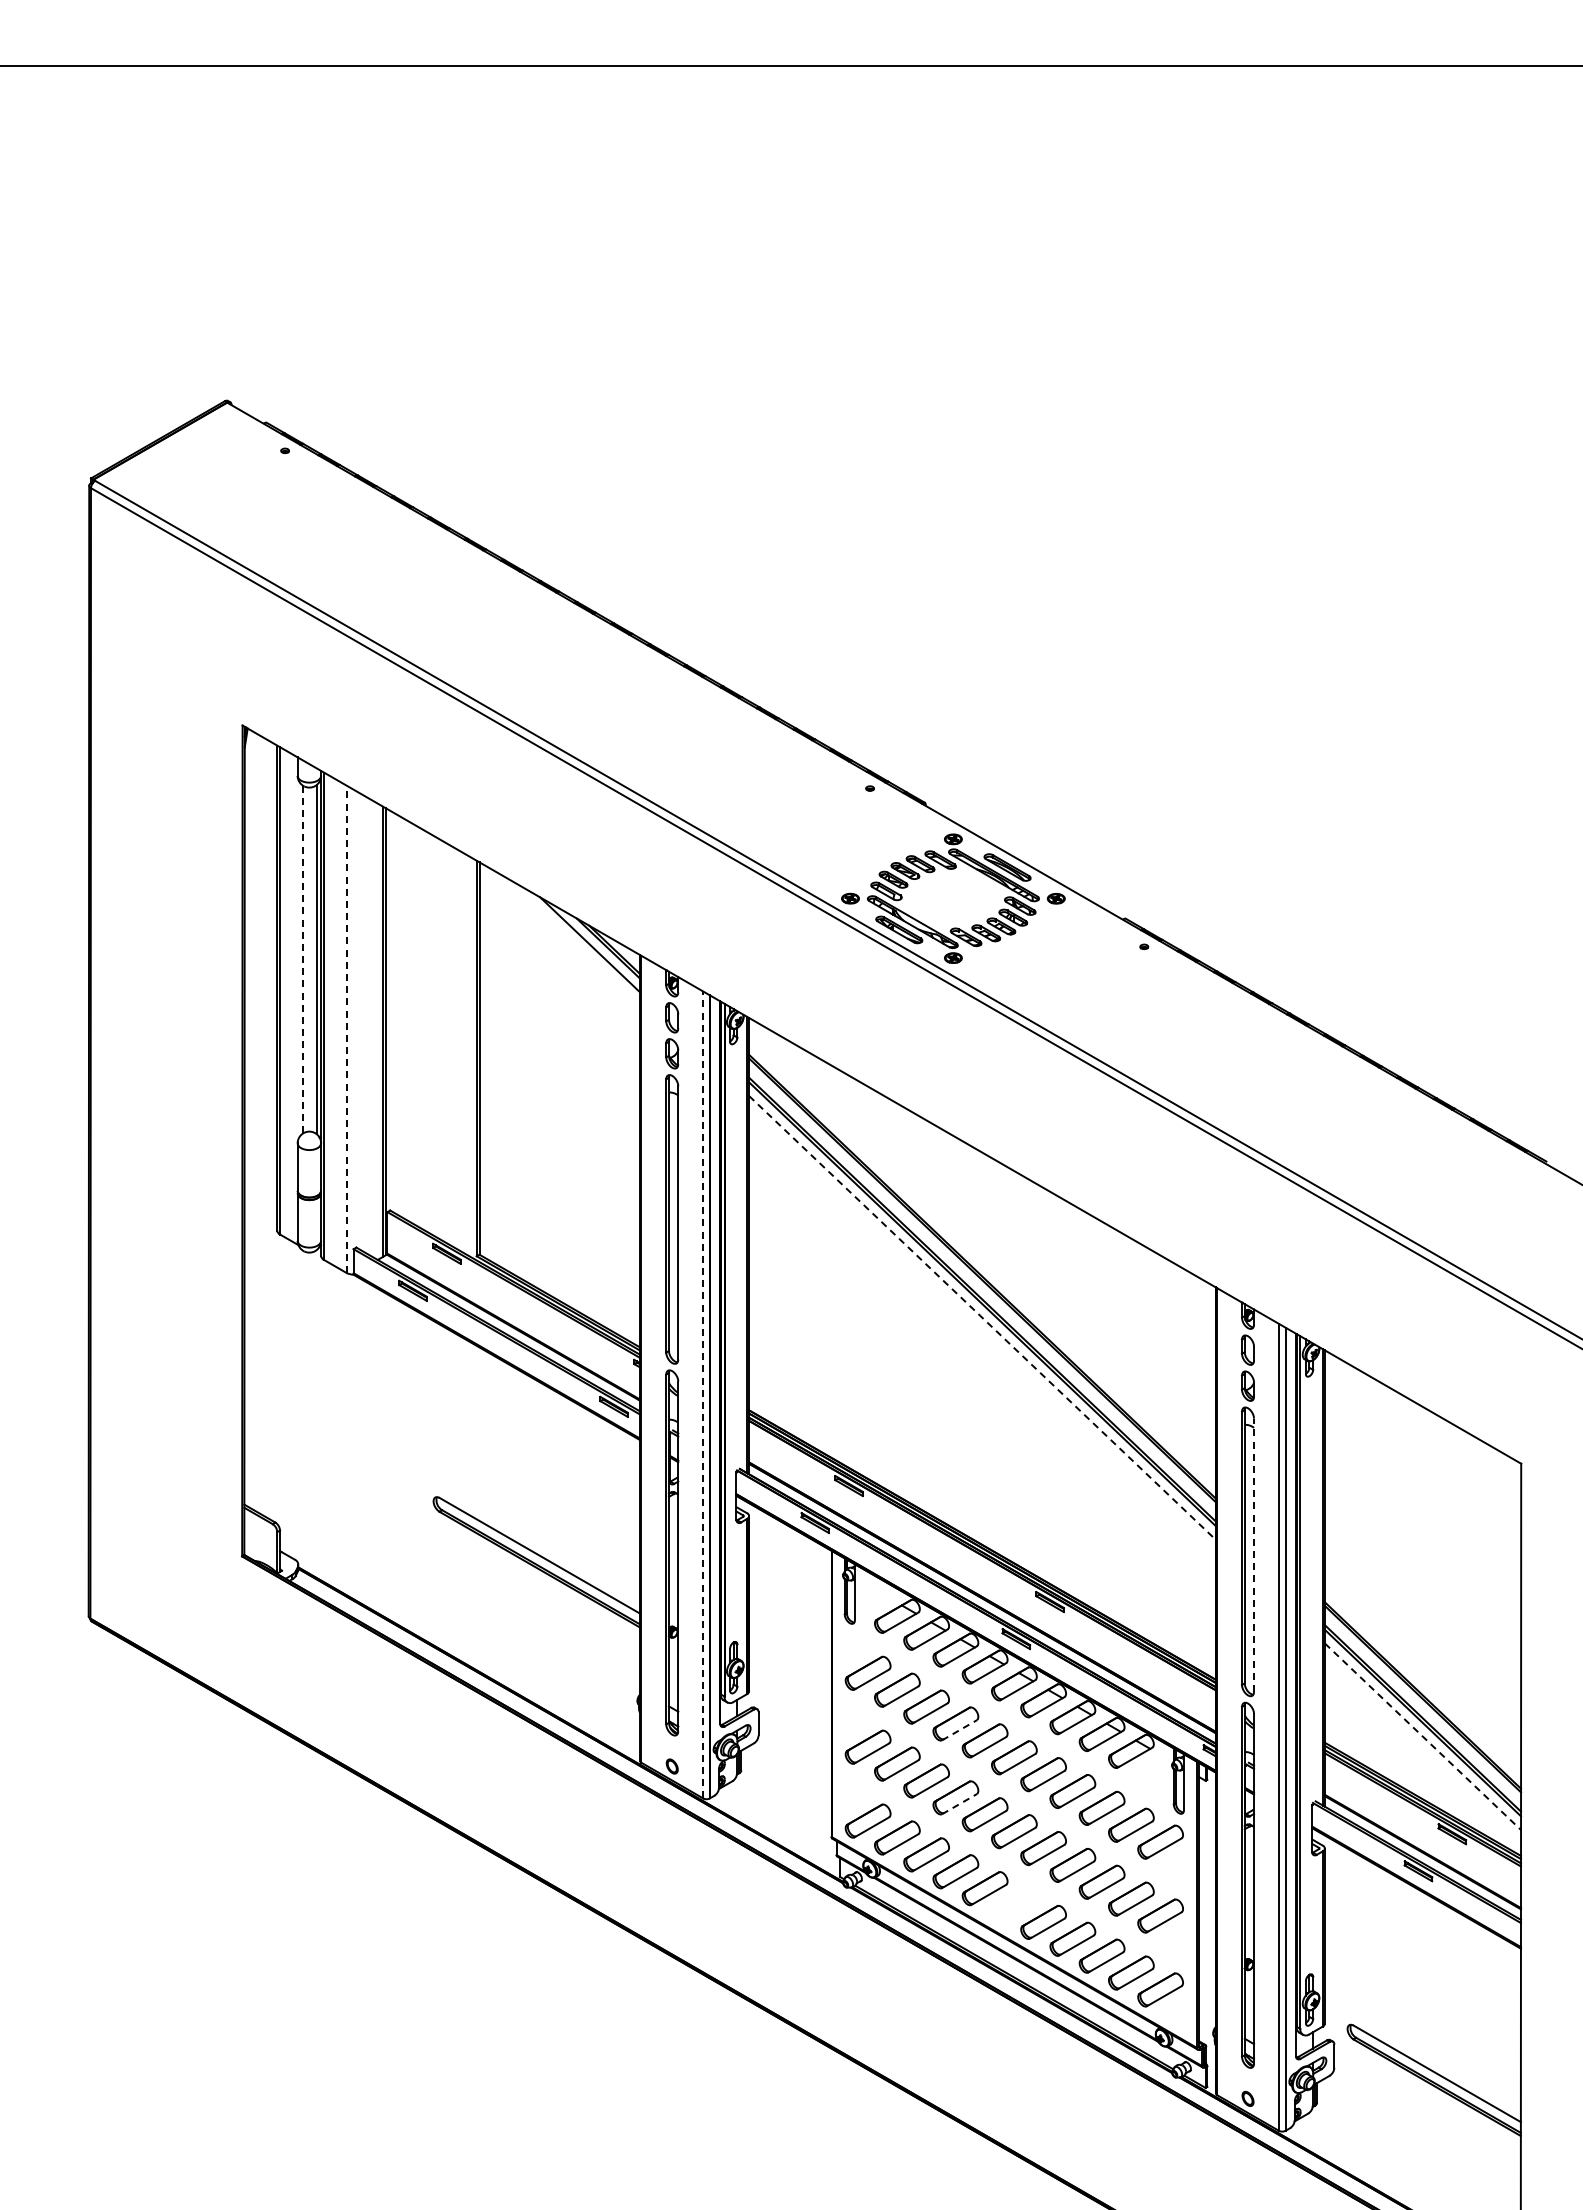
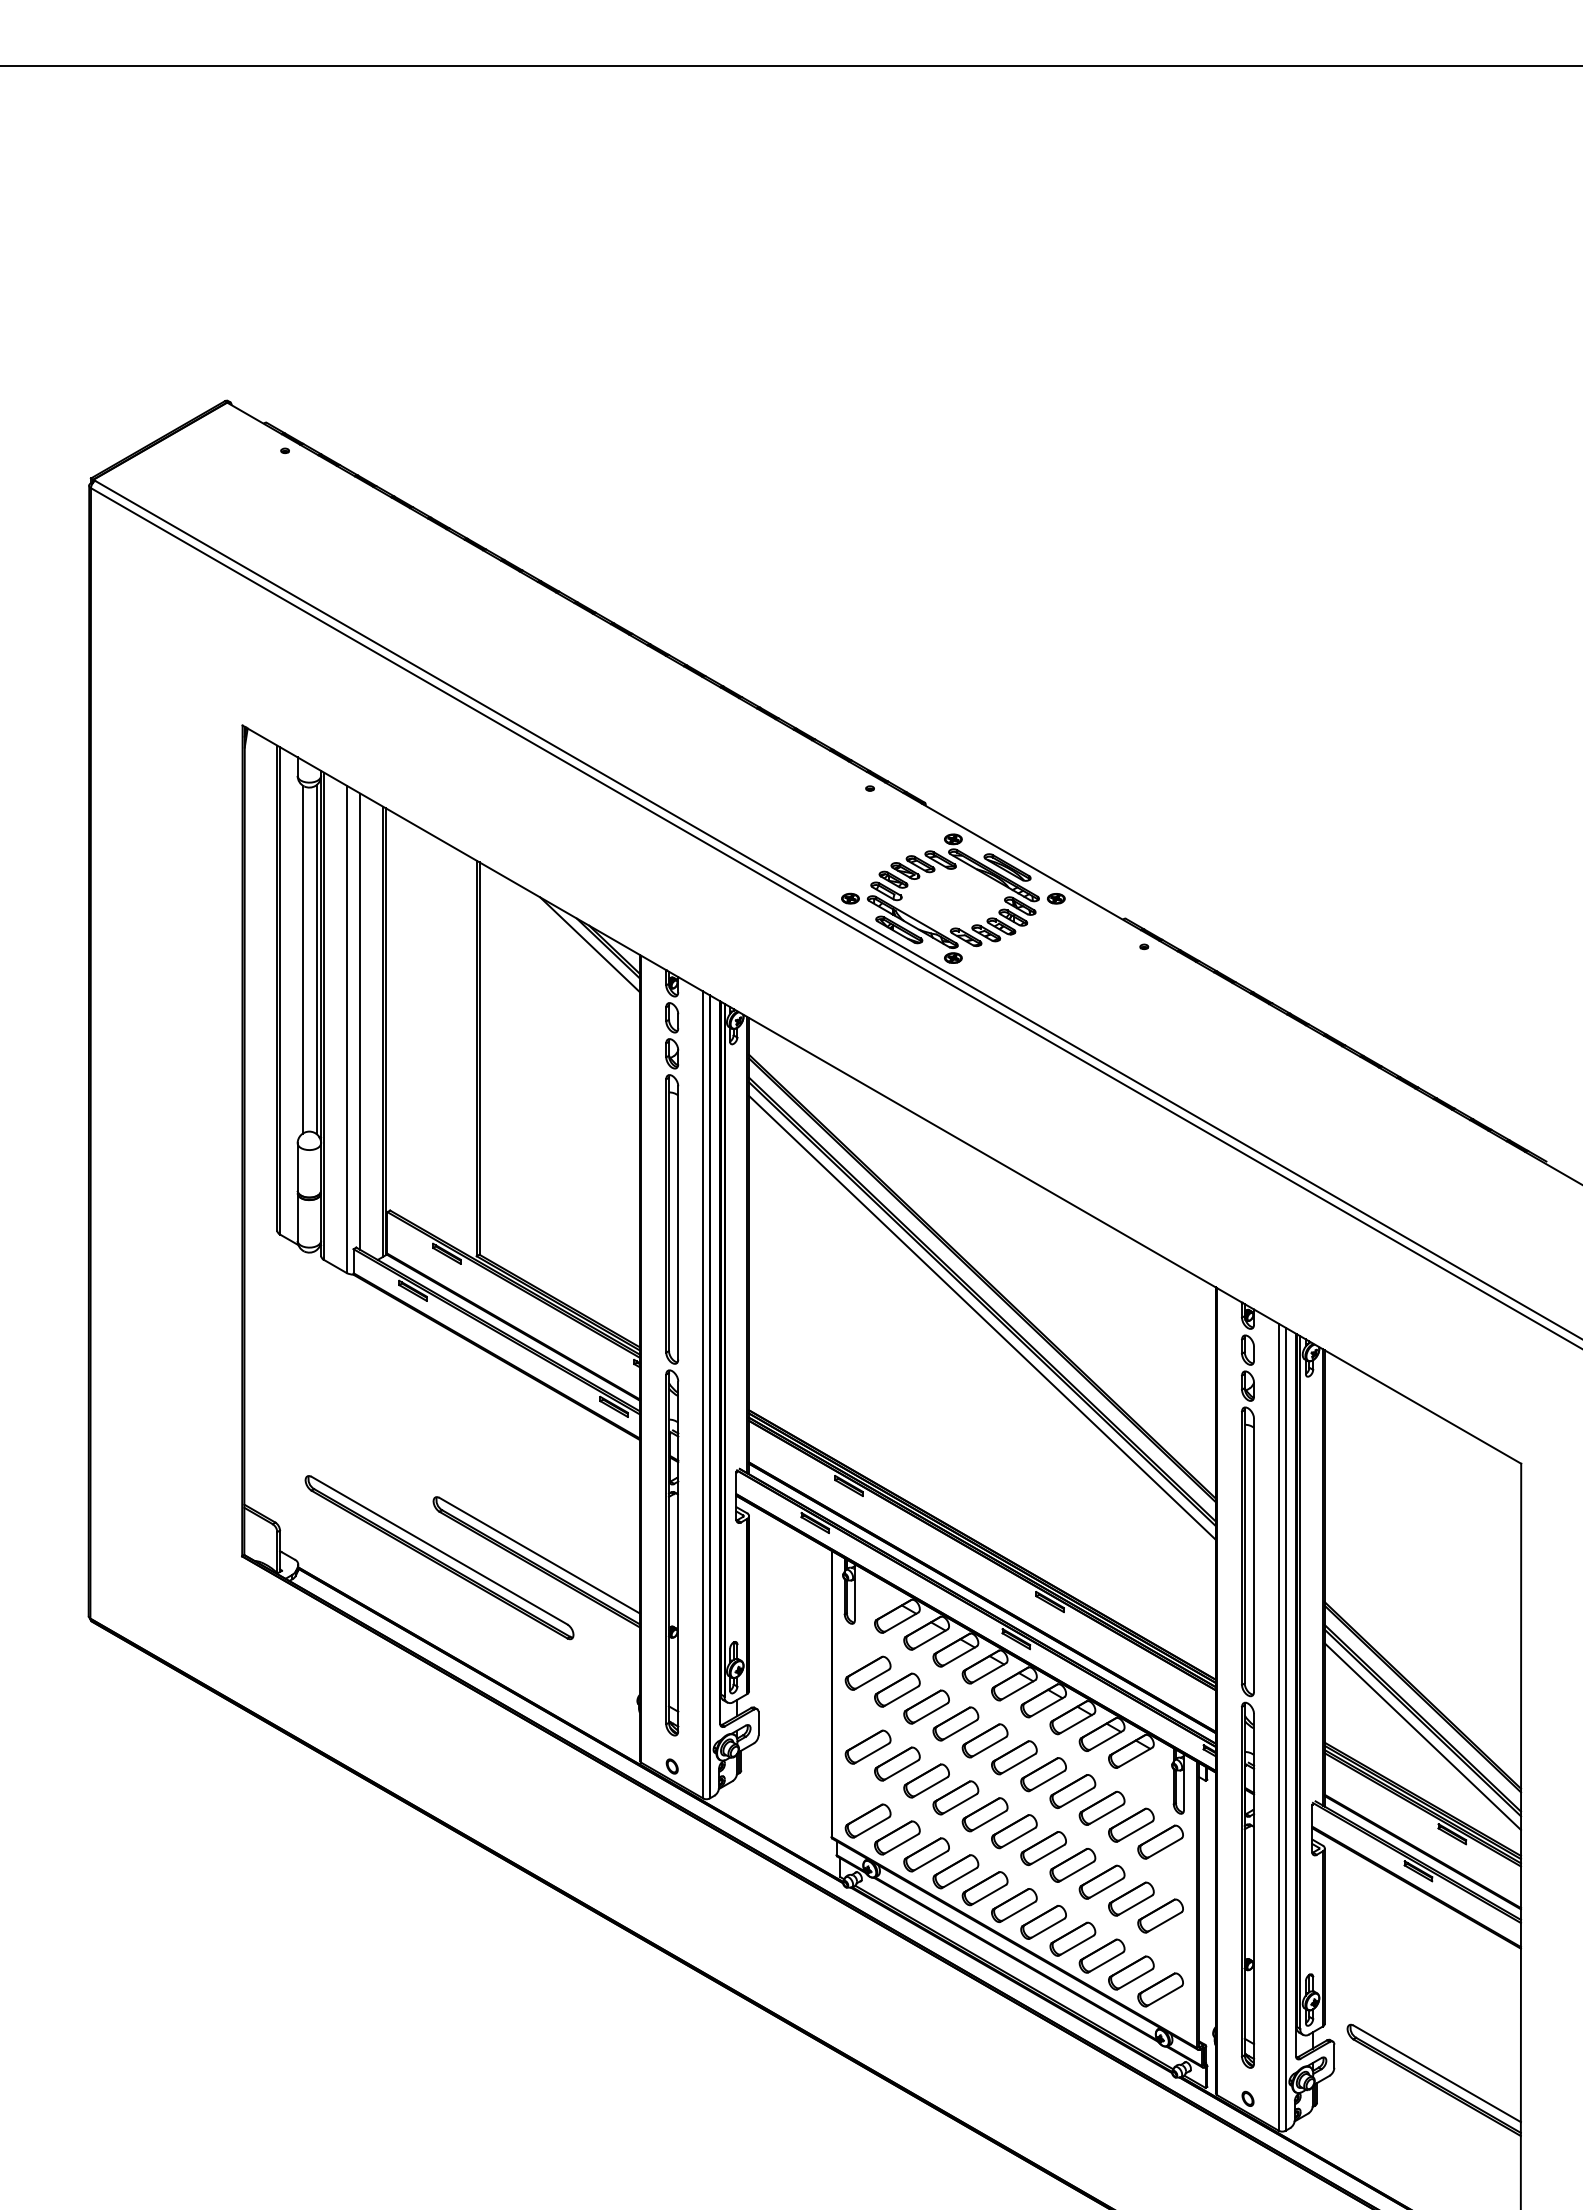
line at (302, 959): dashed -> solid
line at (360, 1021): none -> present
line at (346, 1029): dashed -> solid
line at (982, 1317): dashed -> solid
line at (703, 1394): dashed -> solid
line at (1254, 1555): dashed -> solid
part at (439, 1557): none -> present
line at (959, 1730): dashed -> solid
line at (1423, 1737): dashed -> solid
line at (959, 1803): dashed -> solid
part at (1014, 1905): none -> present
